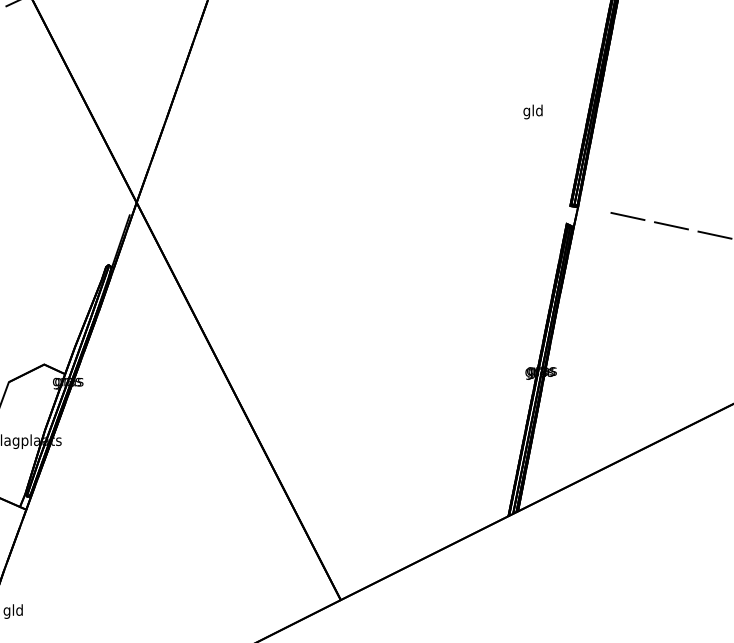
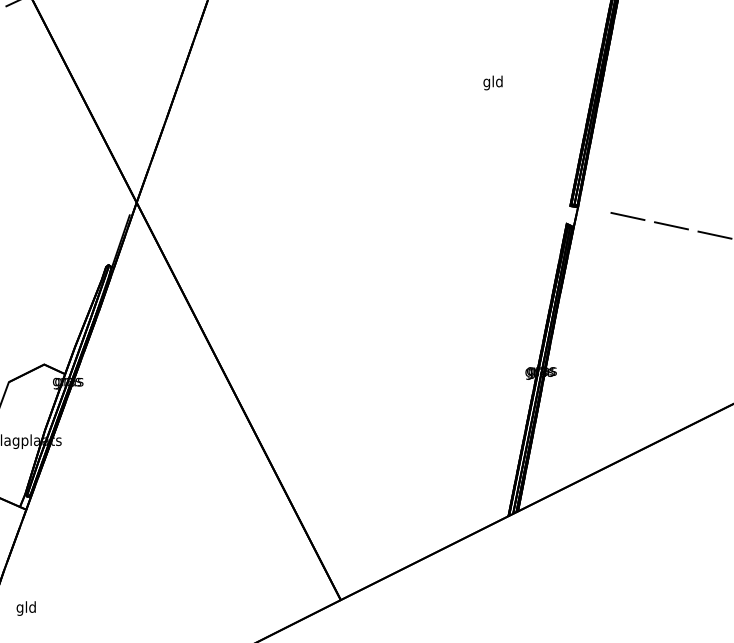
text at (532, 111) position: (532, 111) -> (492, 82)
text at (12, 611) position: (12, 611) -> (25, 608)
